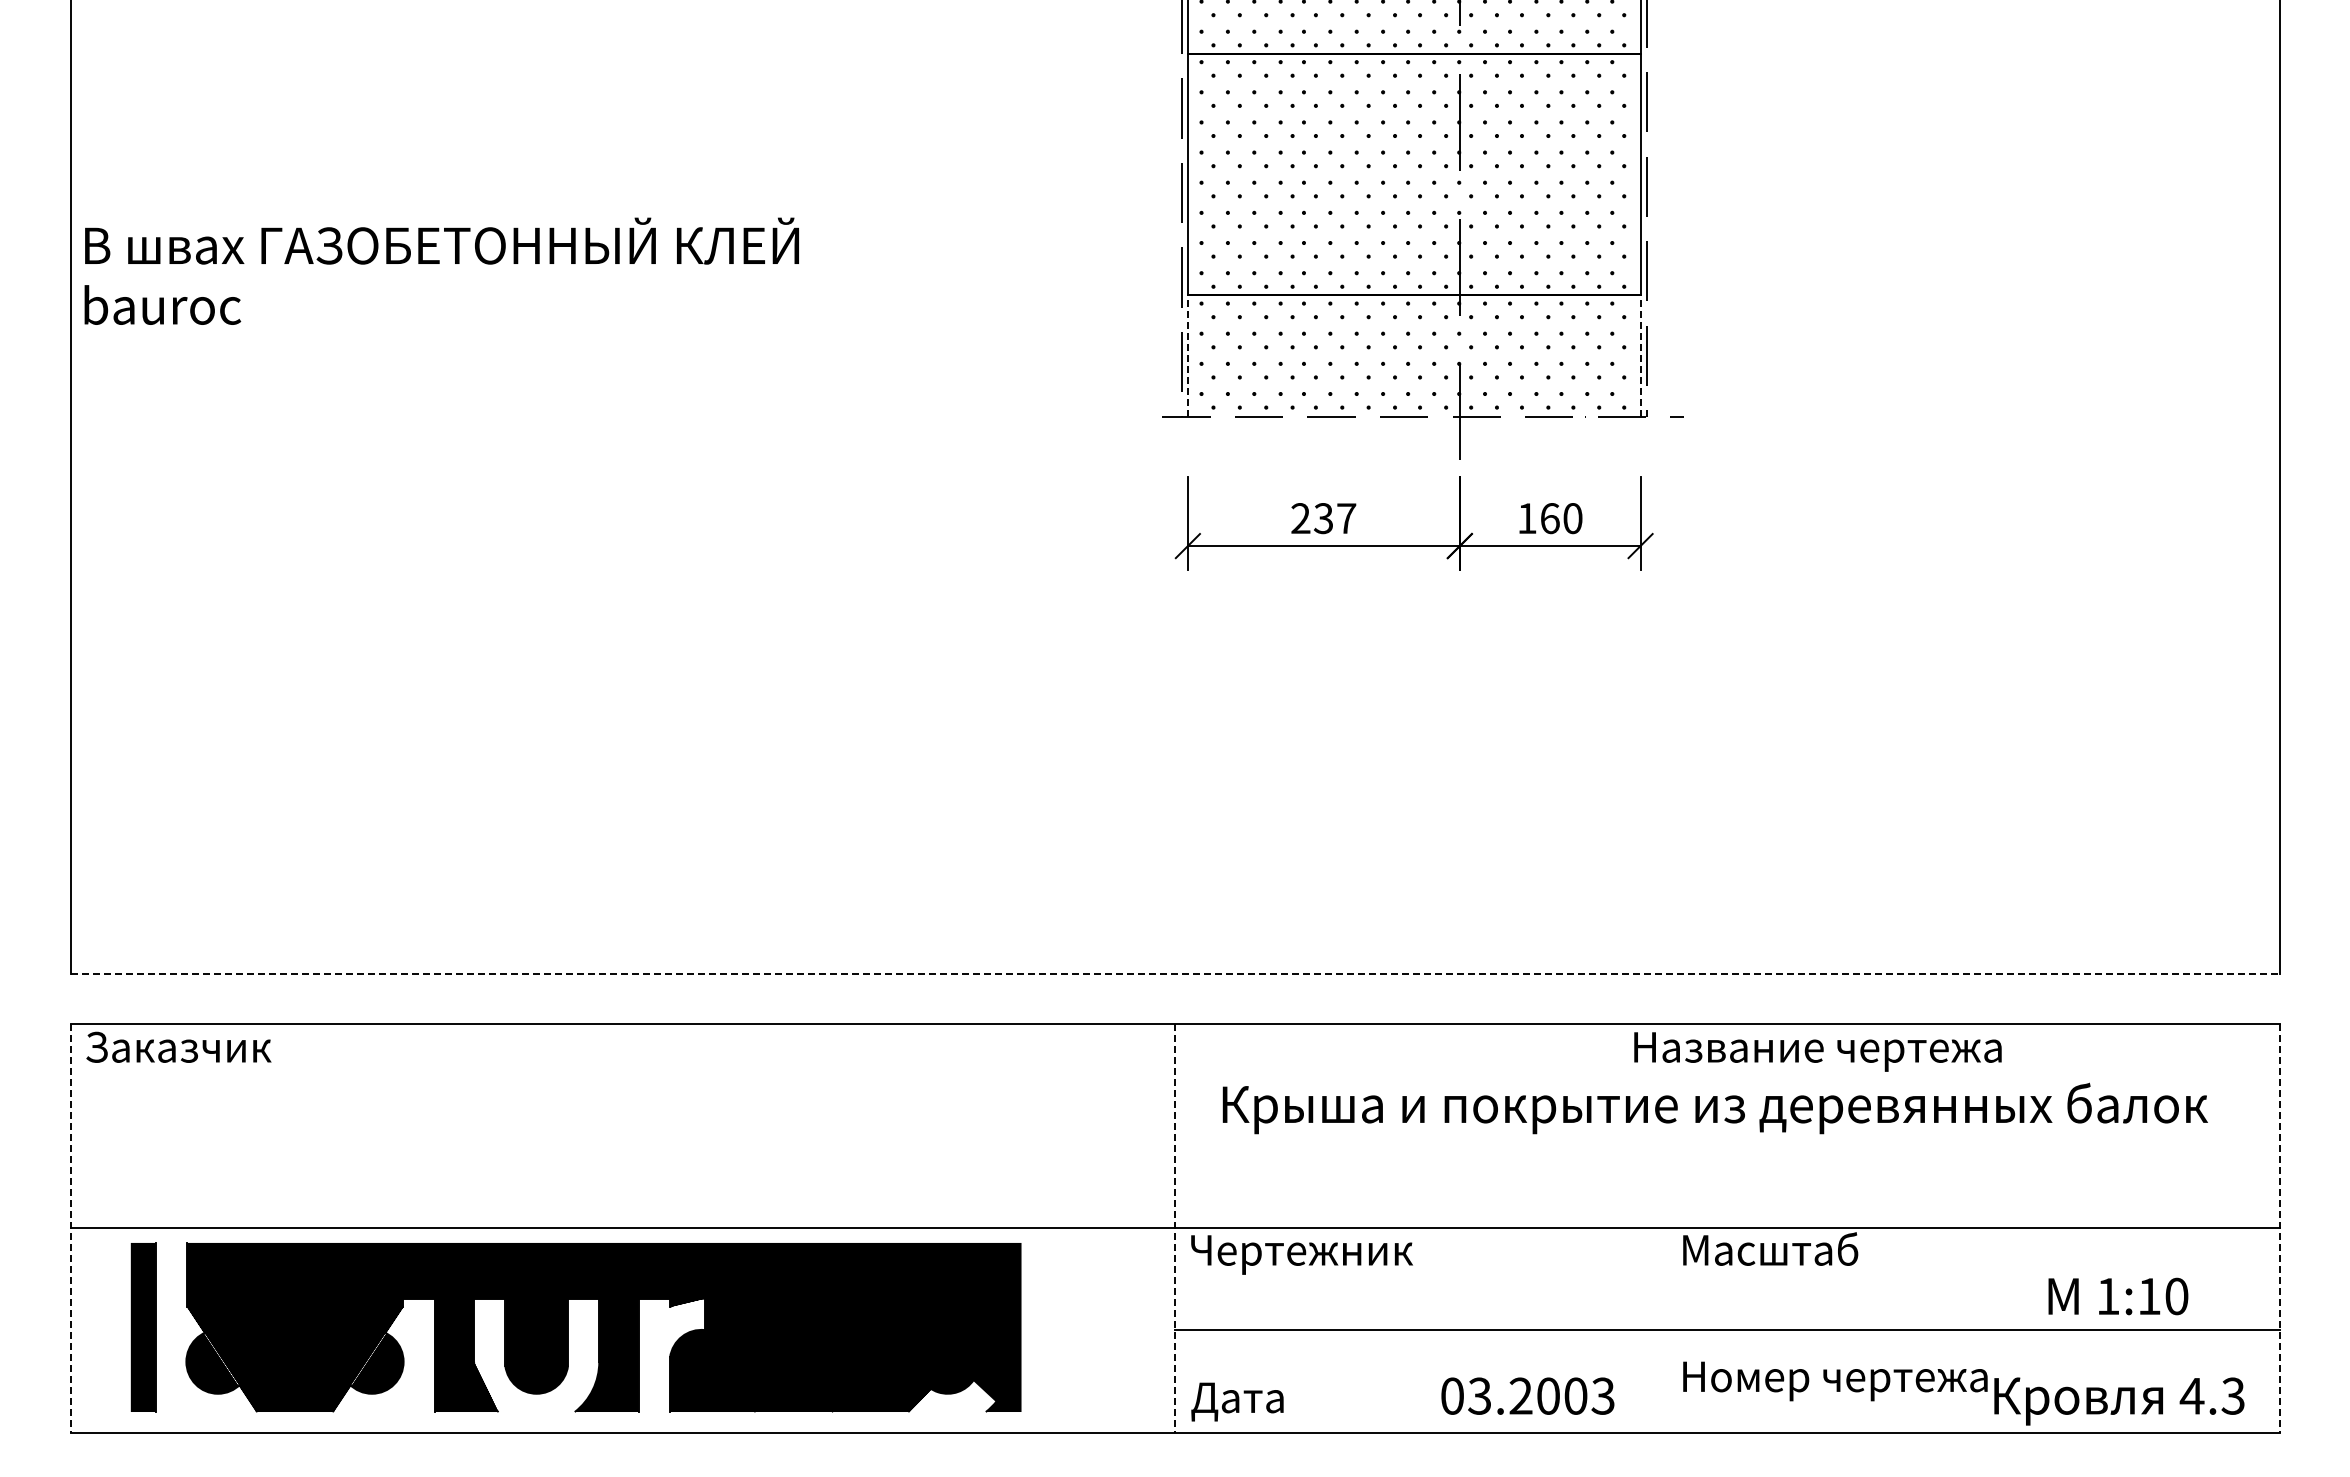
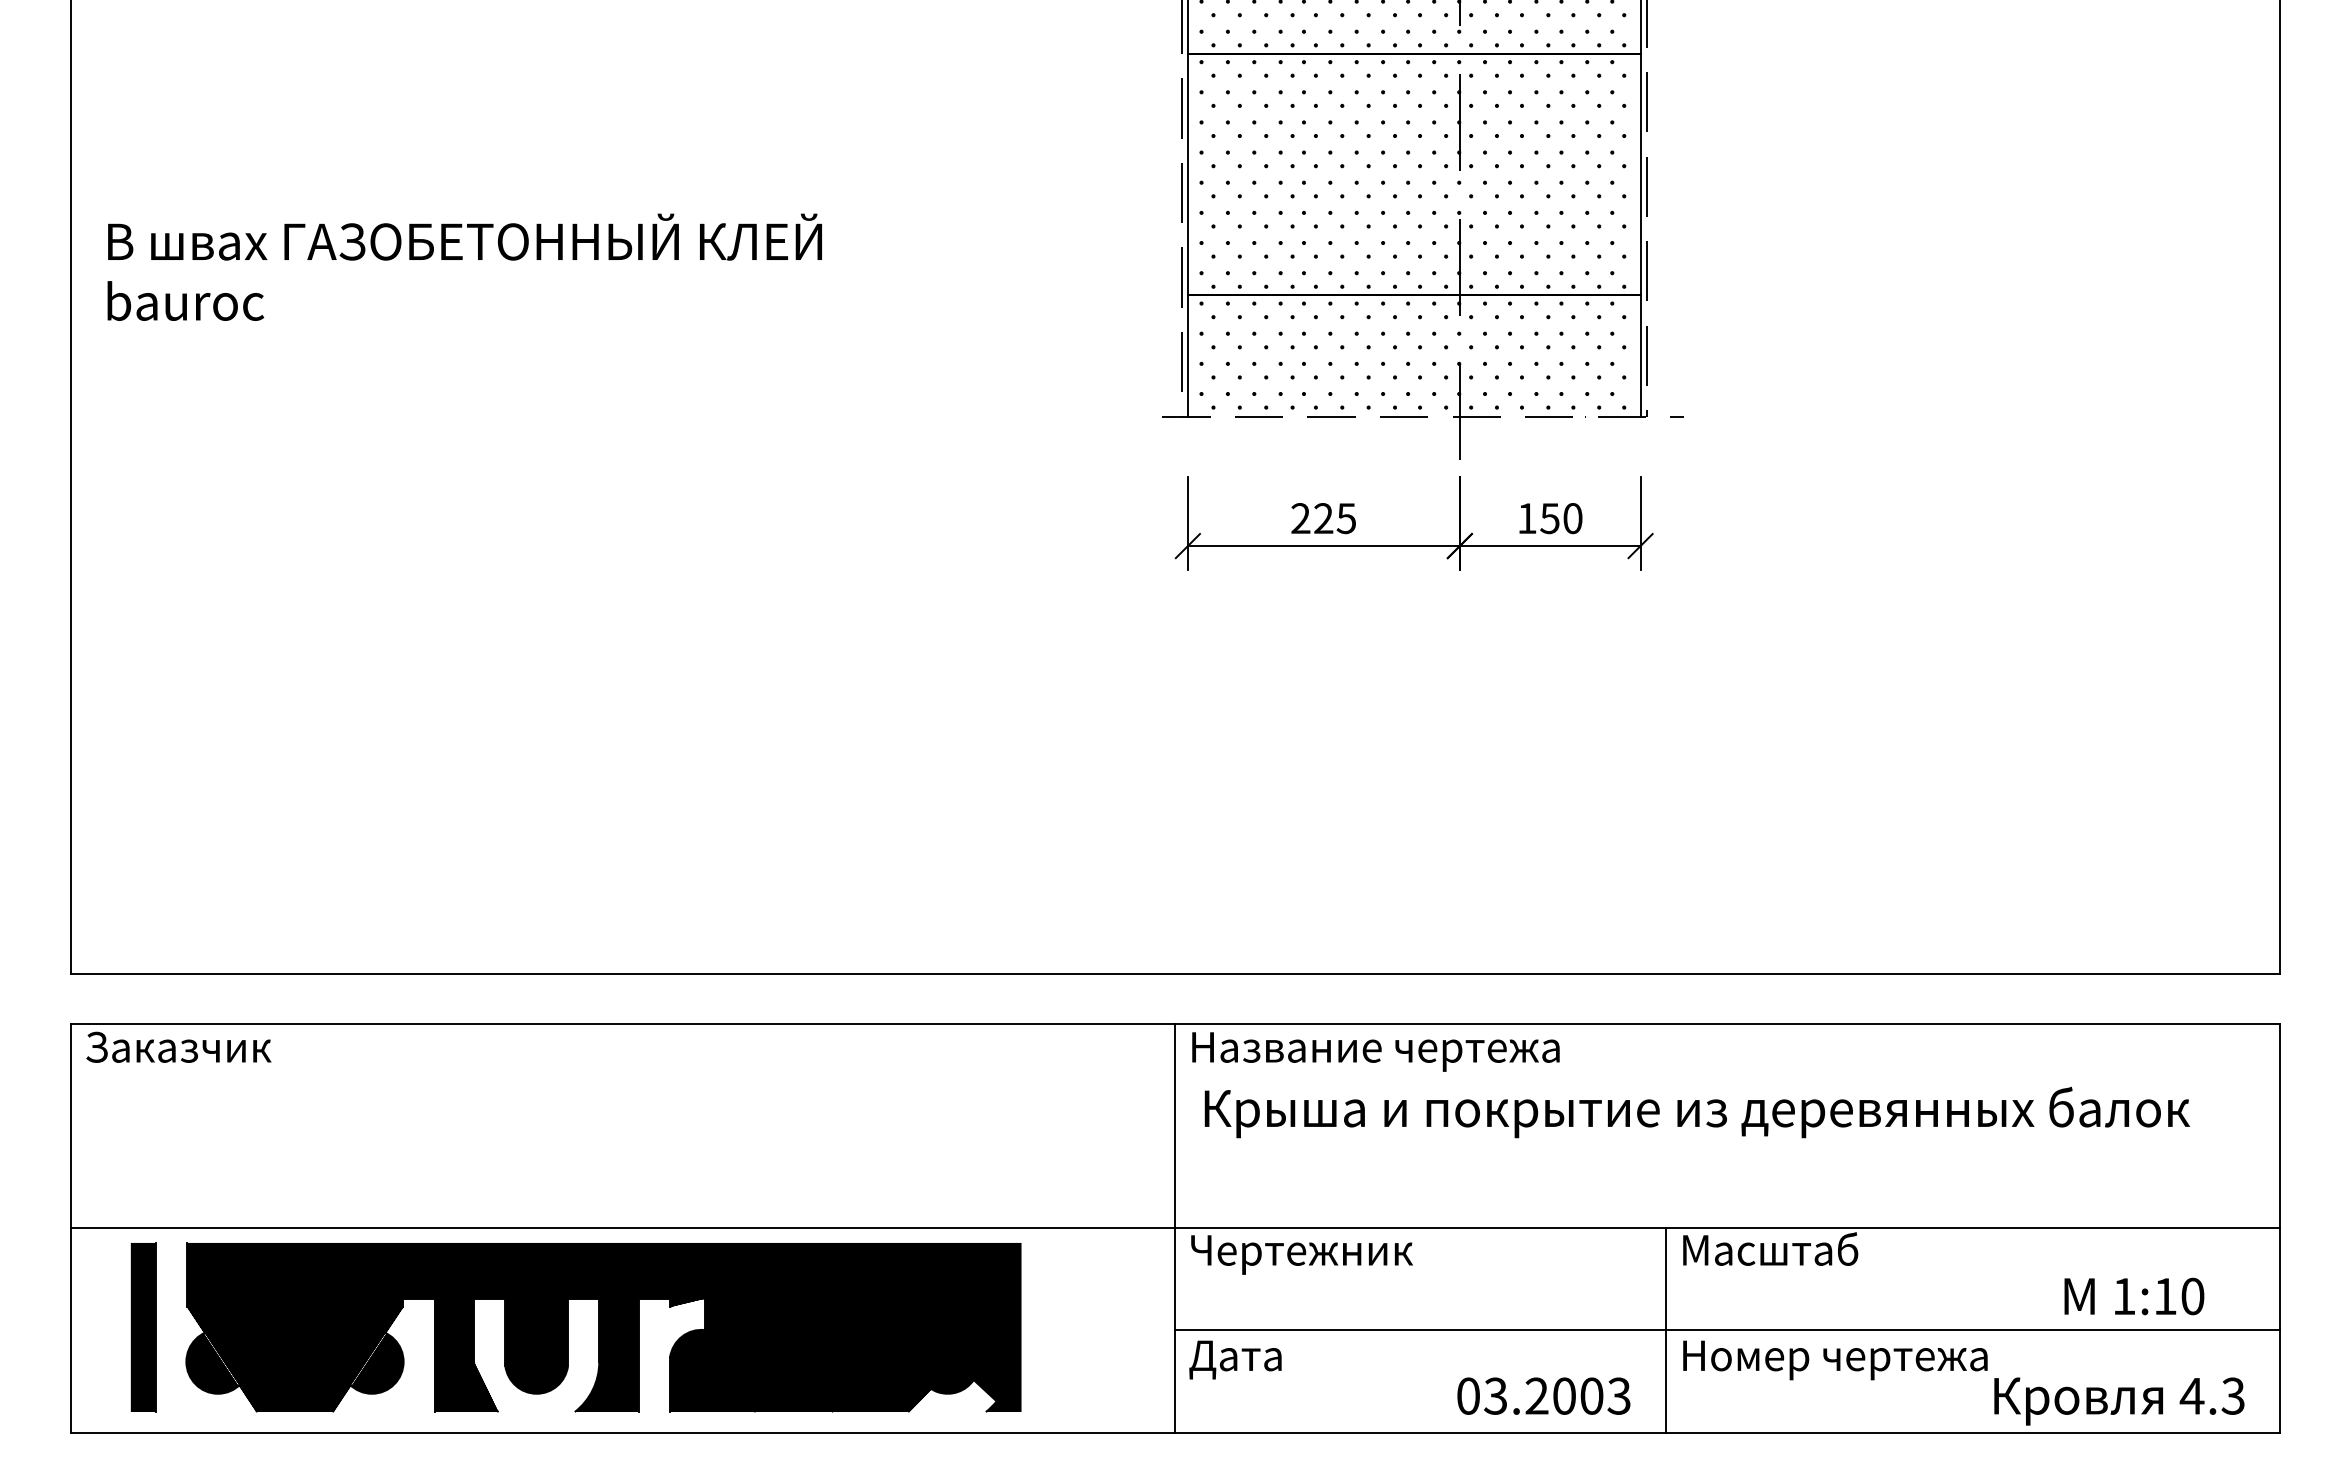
text at (441, 270) position: (441, 270) -> (464, 266)
line at (1187, 356): dashed -> solid
line at (1640, 356): dashed -> solid
text at (1335, 518): 237 -> 225
text at (1549, 518): 160 -> 150
line at (1175, 974): dashed -> solid
text at (1817, 1051) position: (1817, 1051) -> (1375, 1051)
text at (1714, 1108) position: (1714, 1108) -> (1696, 1112)
line at (70, 1228): dashed -> solid
line at (1175, 1228): dashed -> solid
line at (2279, 1228): dashed -> solid
text at (2118, 1296) position: (2118, 1296) -> (2134, 1296)
line at (1665, 1330): none -> present
text at (1835, 1381) position: (1835, 1381) -> (1835, 1360)
text at (1527, 1395) position: (1527, 1395) -> (1543, 1395)
text at (1237, 1401) position: (1237, 1401) -> (1235, 1359)
